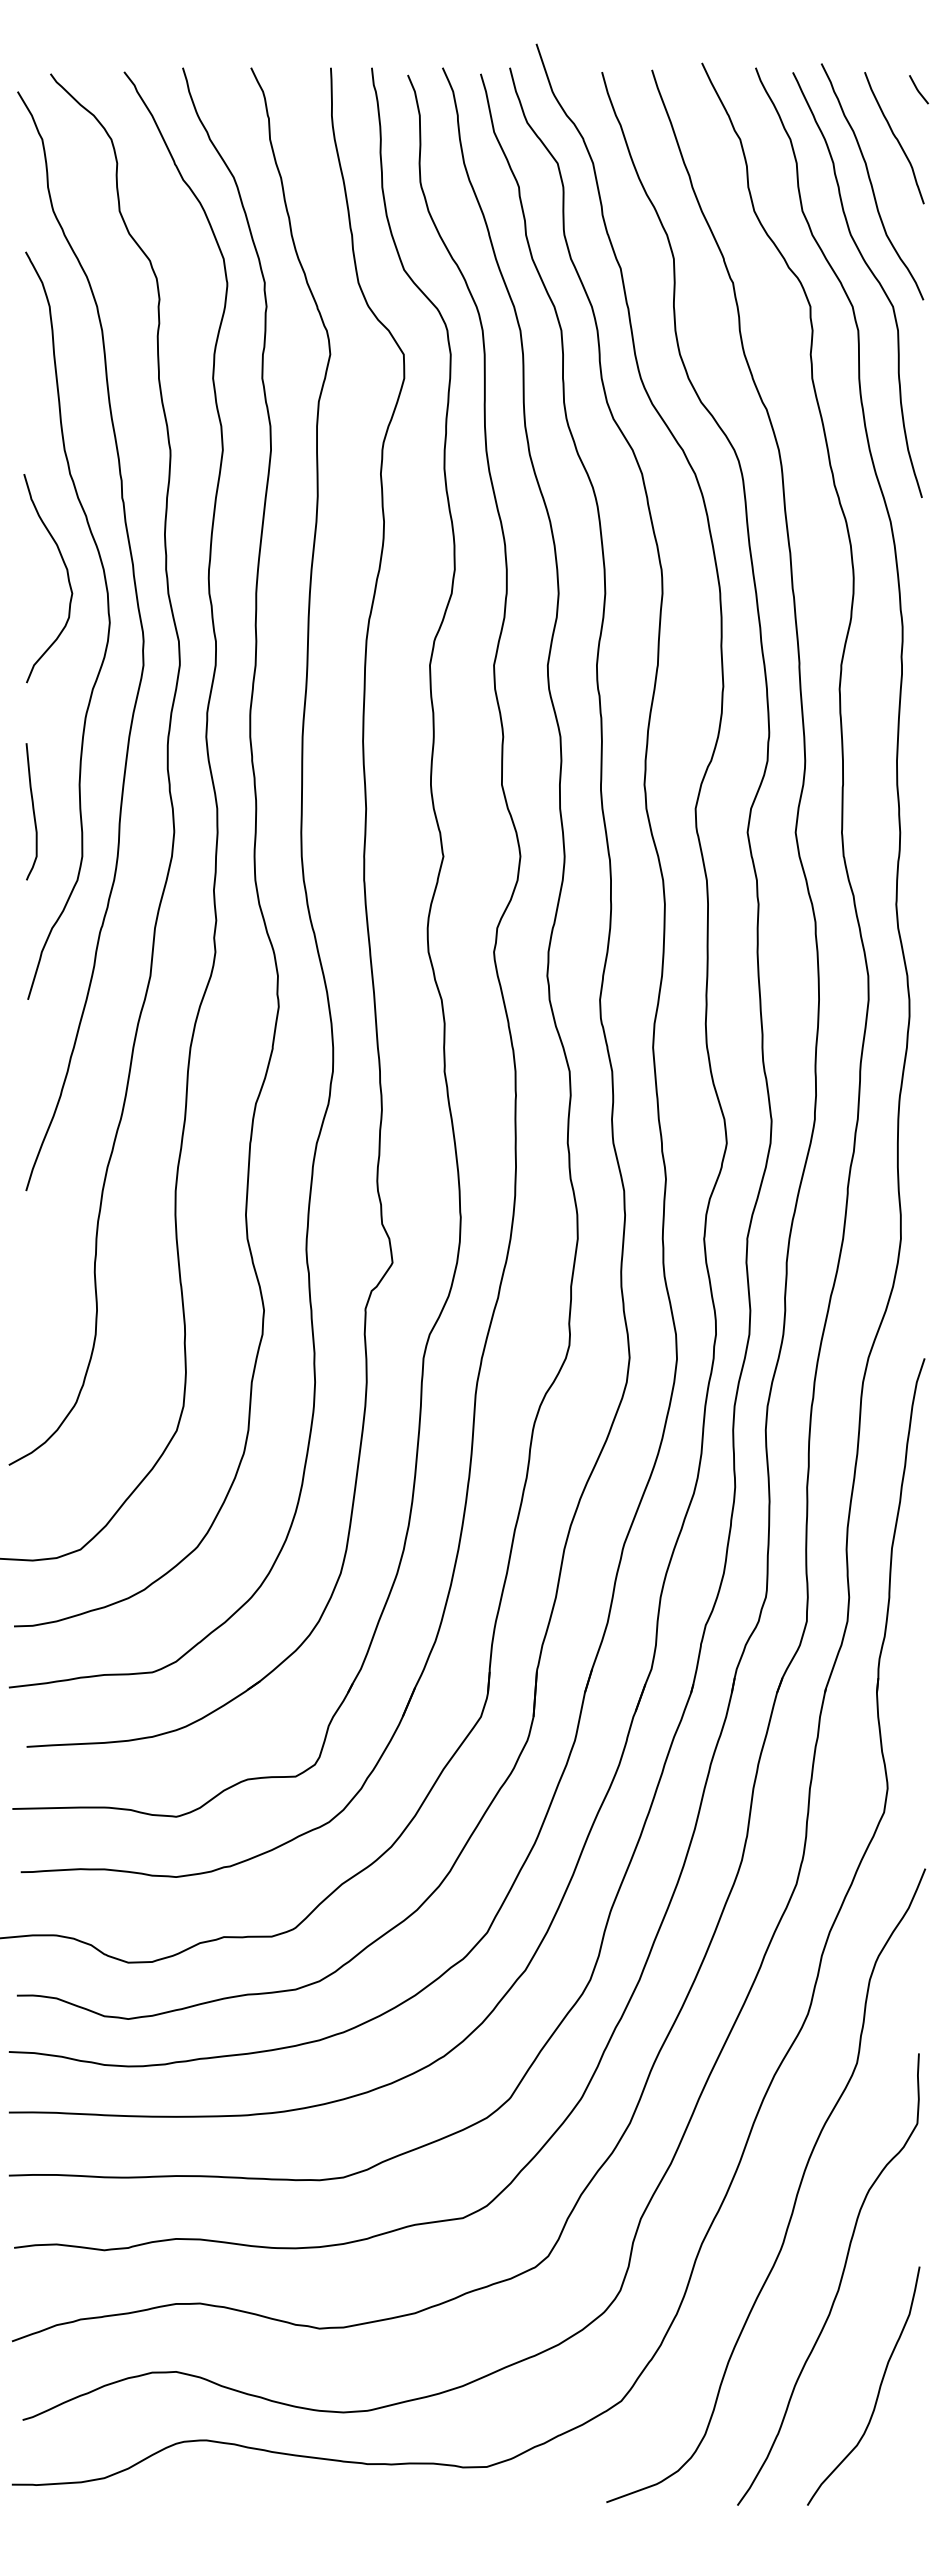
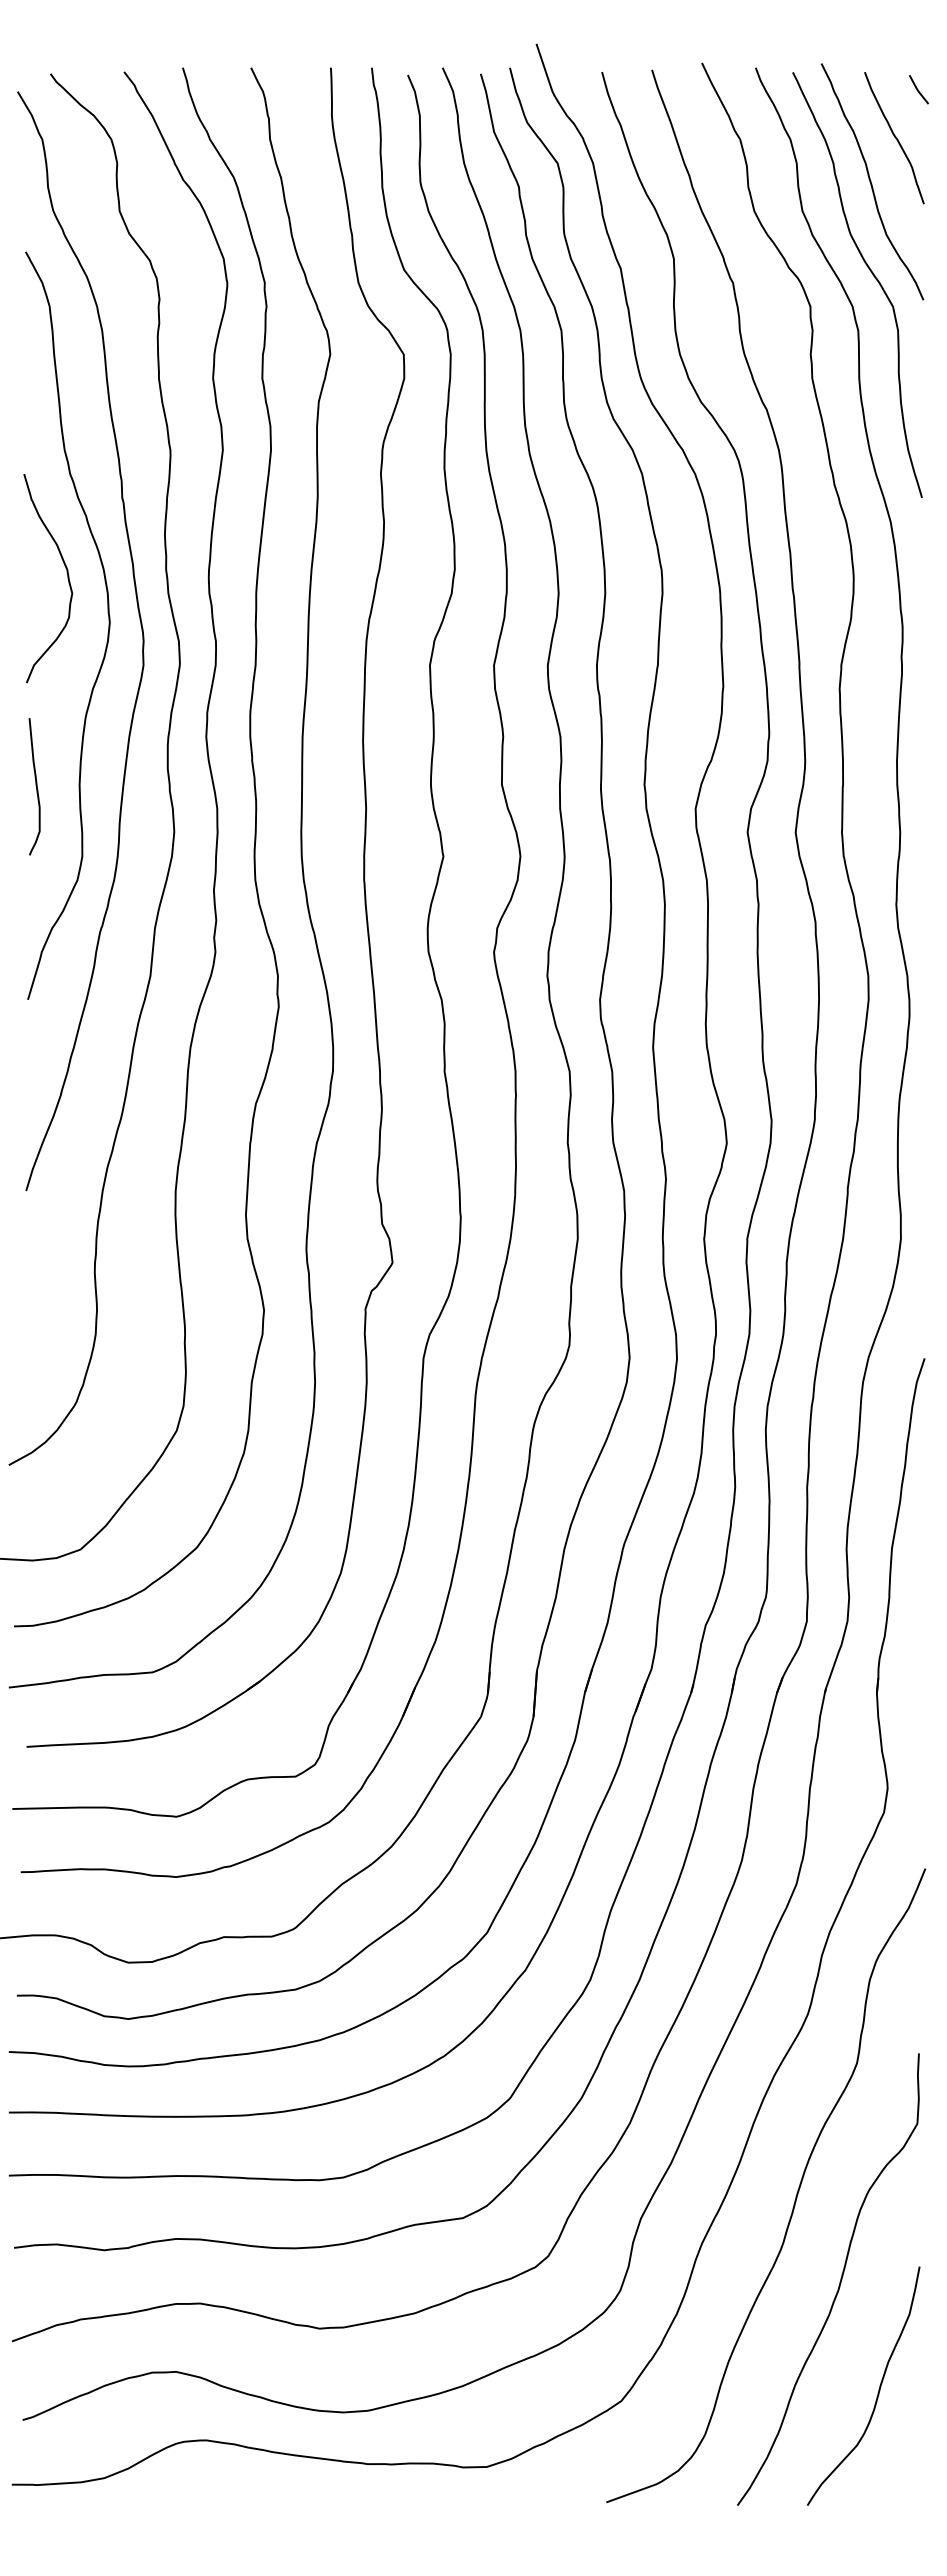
curve at (32, 811) position: (32, 811) -> (35, 786)
